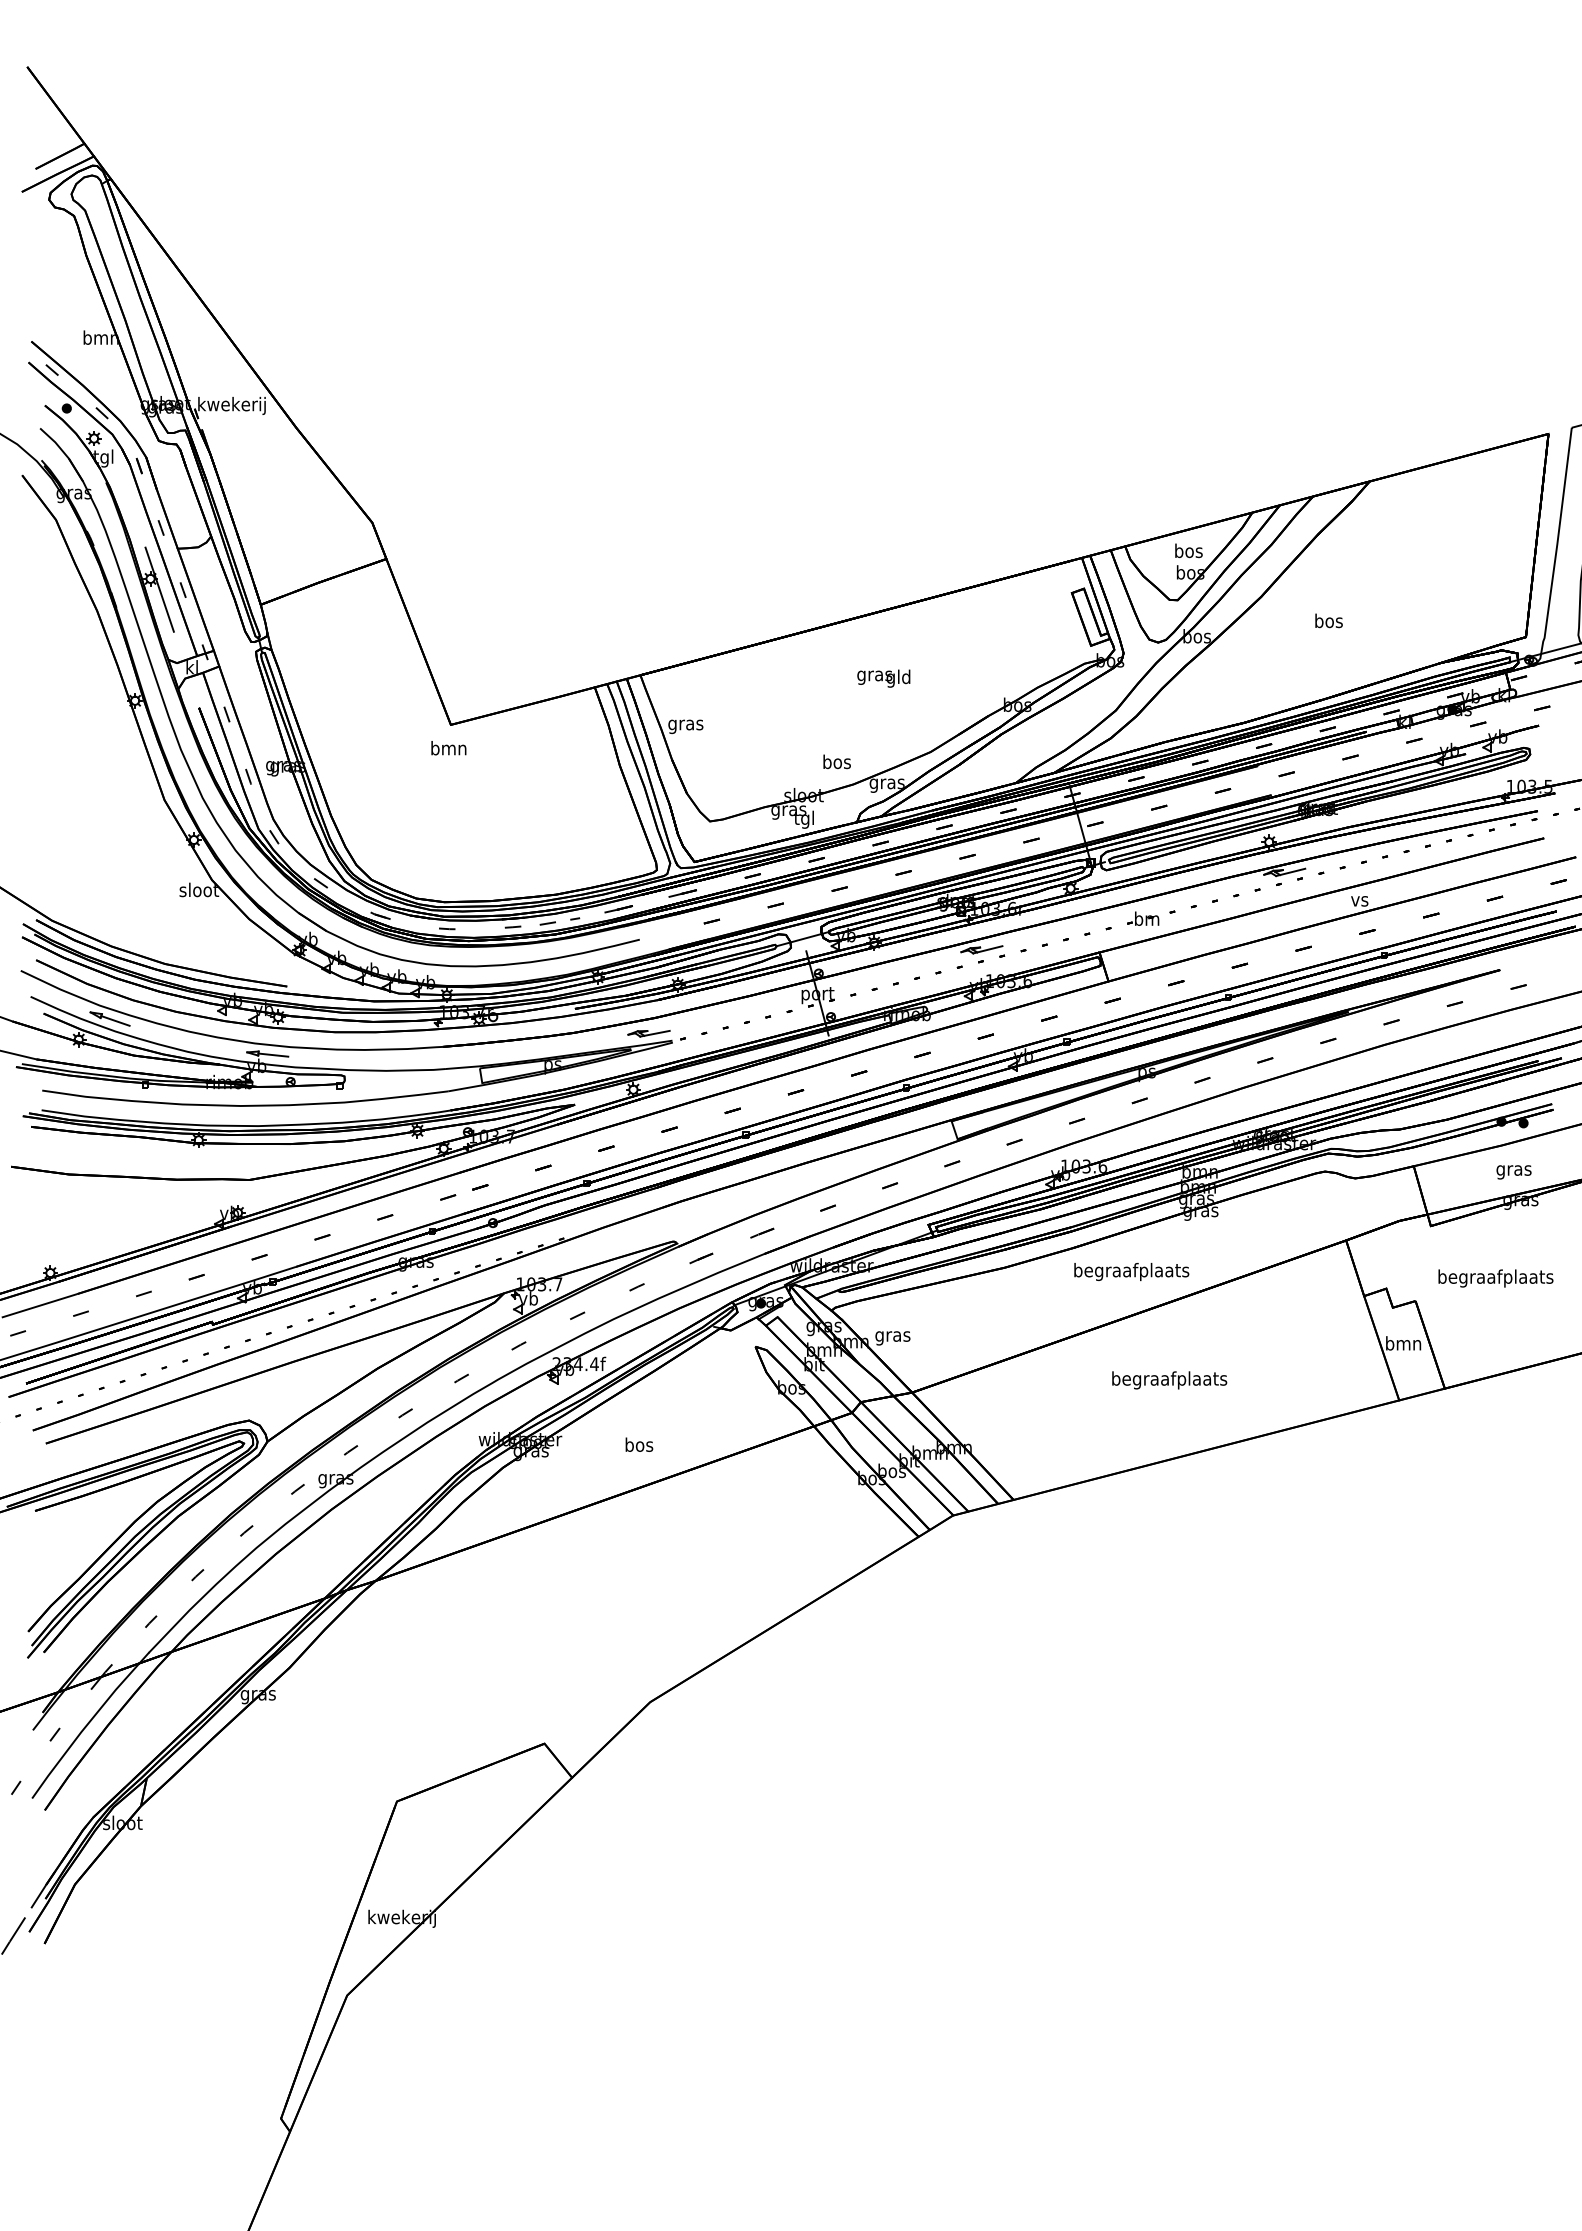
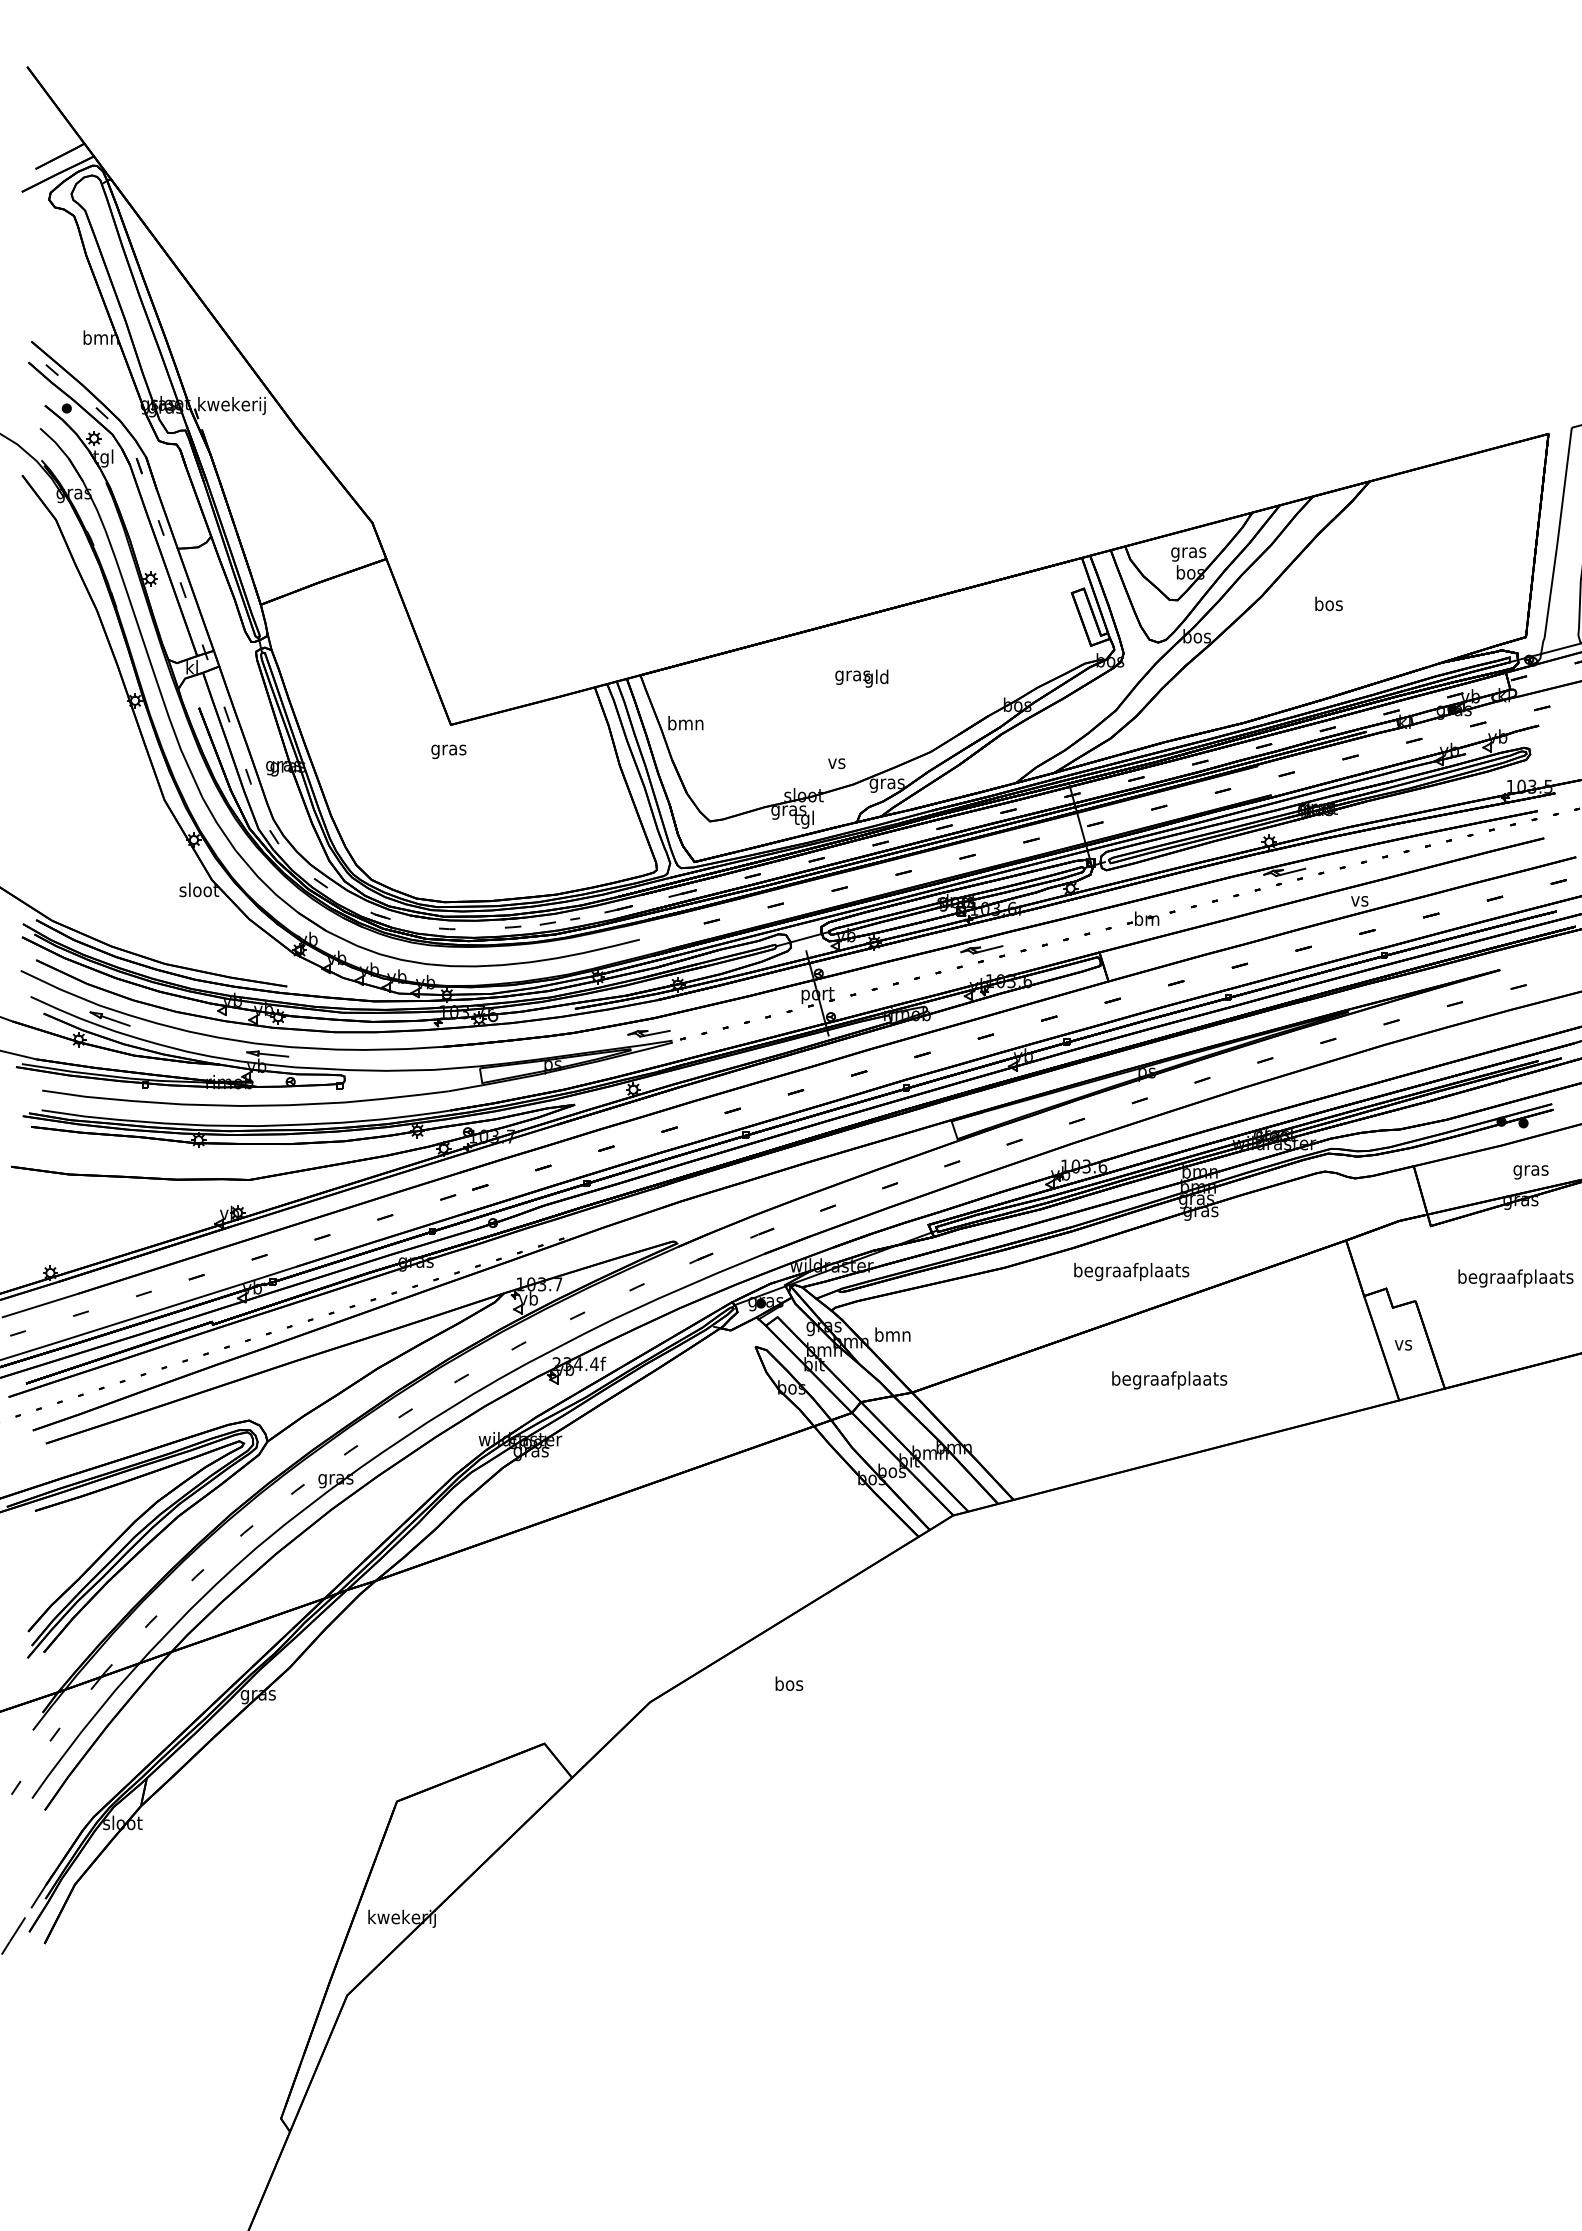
text at (1188, 552): bos -> gras
line at (159, 589): present -> none
text at (1328, 620) position: (1328, 620) -> (1328, 603)
text at (883, 678) position: (883, 678) -> (861, 678)
text at (685, 725): gras -> bmn
text at (448, 750): bmn -> gras
text at (836, 761): bos -> vs
text at (1513, 1172) position: (1513, 1172) -> (1530, 1172)
text at (1495, 1278) position: (1495, 1278) -> (1515, 1278)
text at (892, 1336): gras -> bmn
text at (1403, 1343): bmn -> vs
text at (639, 1444) position: (639, 1444) -> (789, 1683)
